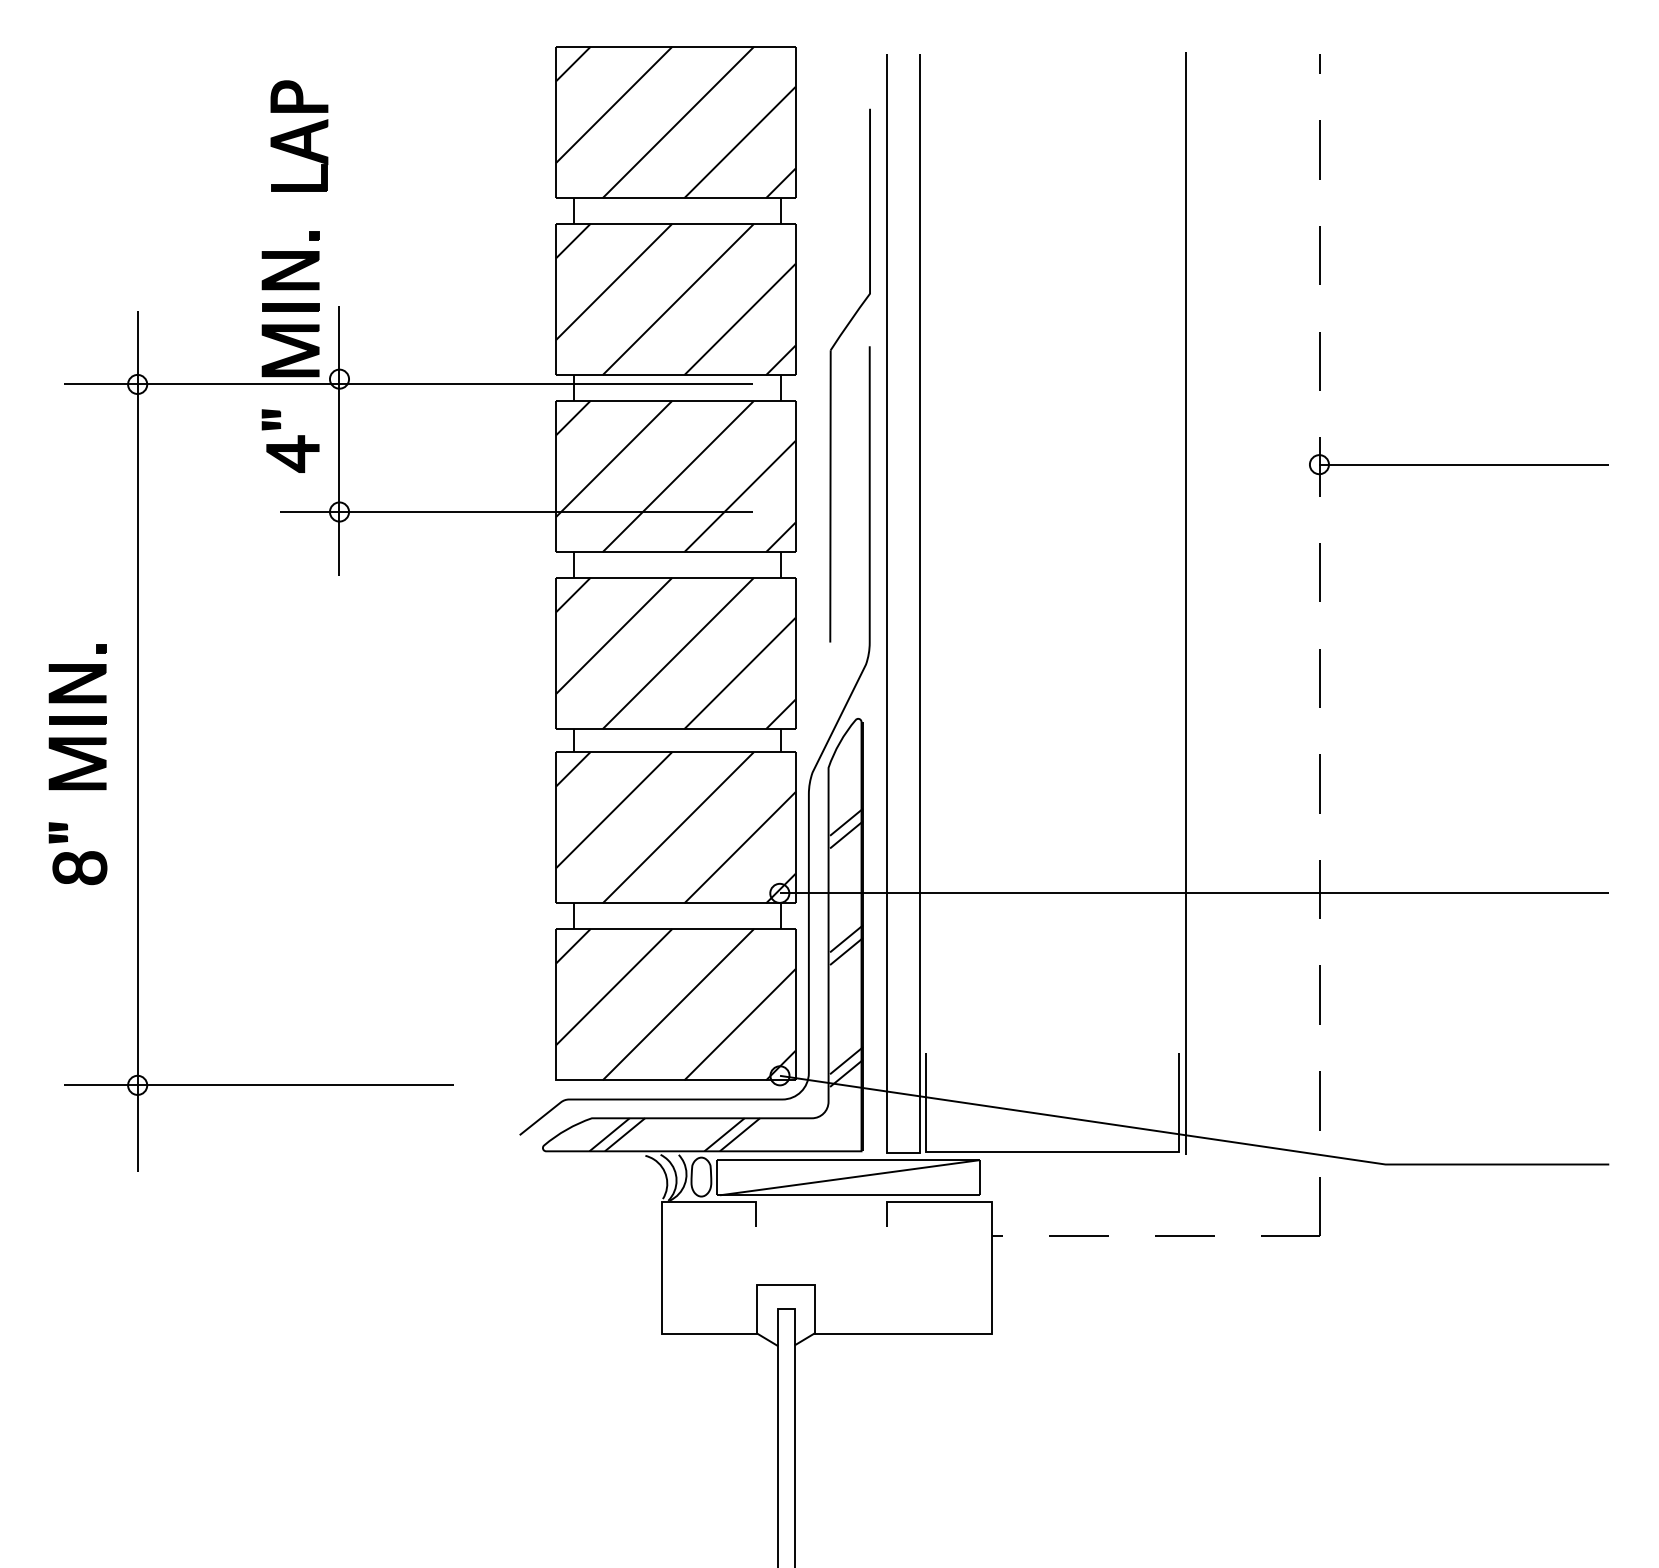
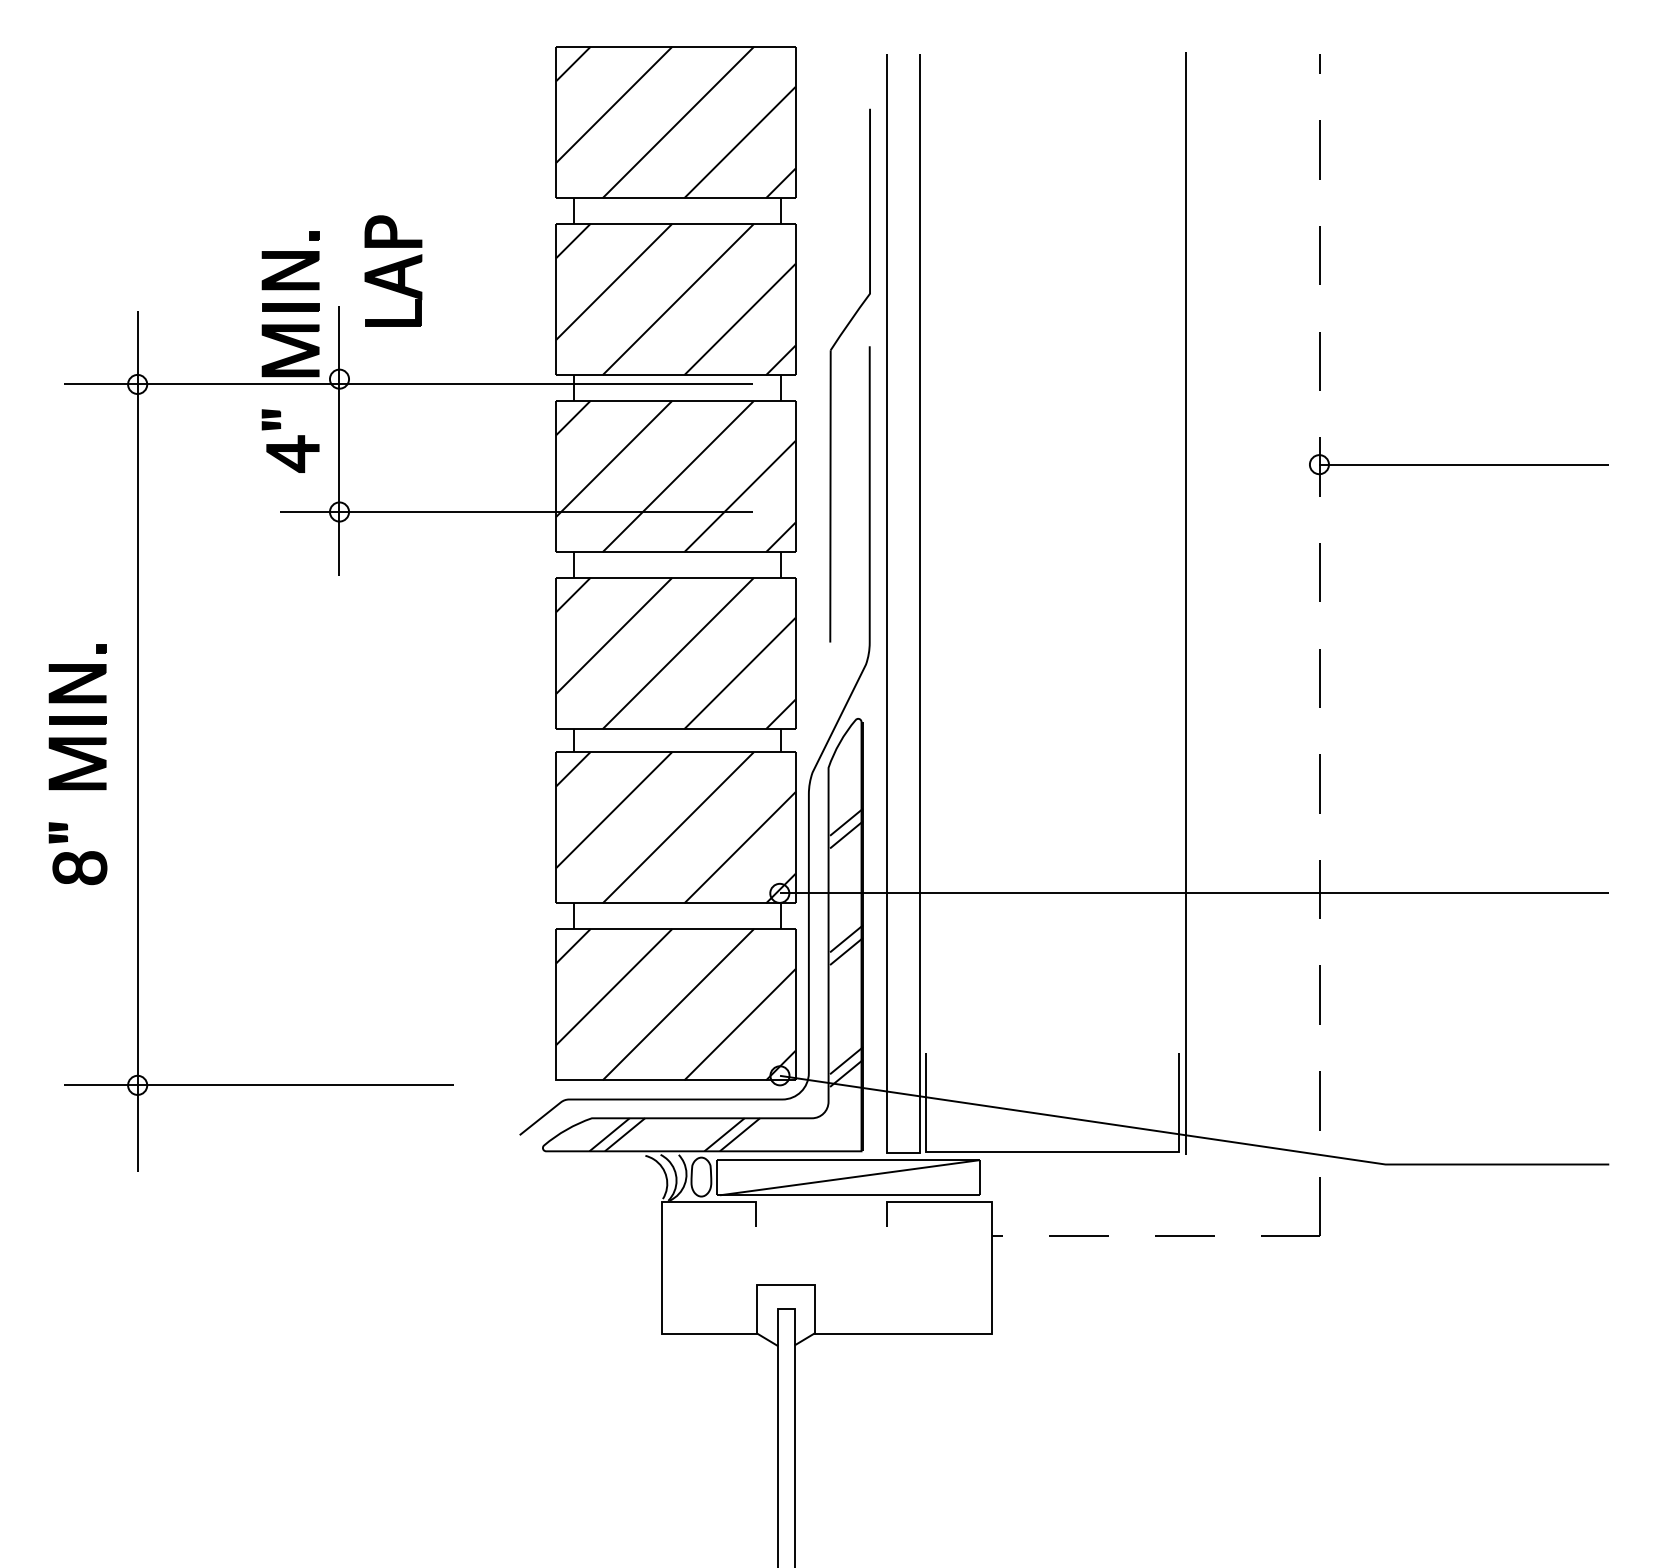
part at (299, 135) position: (299, 135) -> (393, 270)
